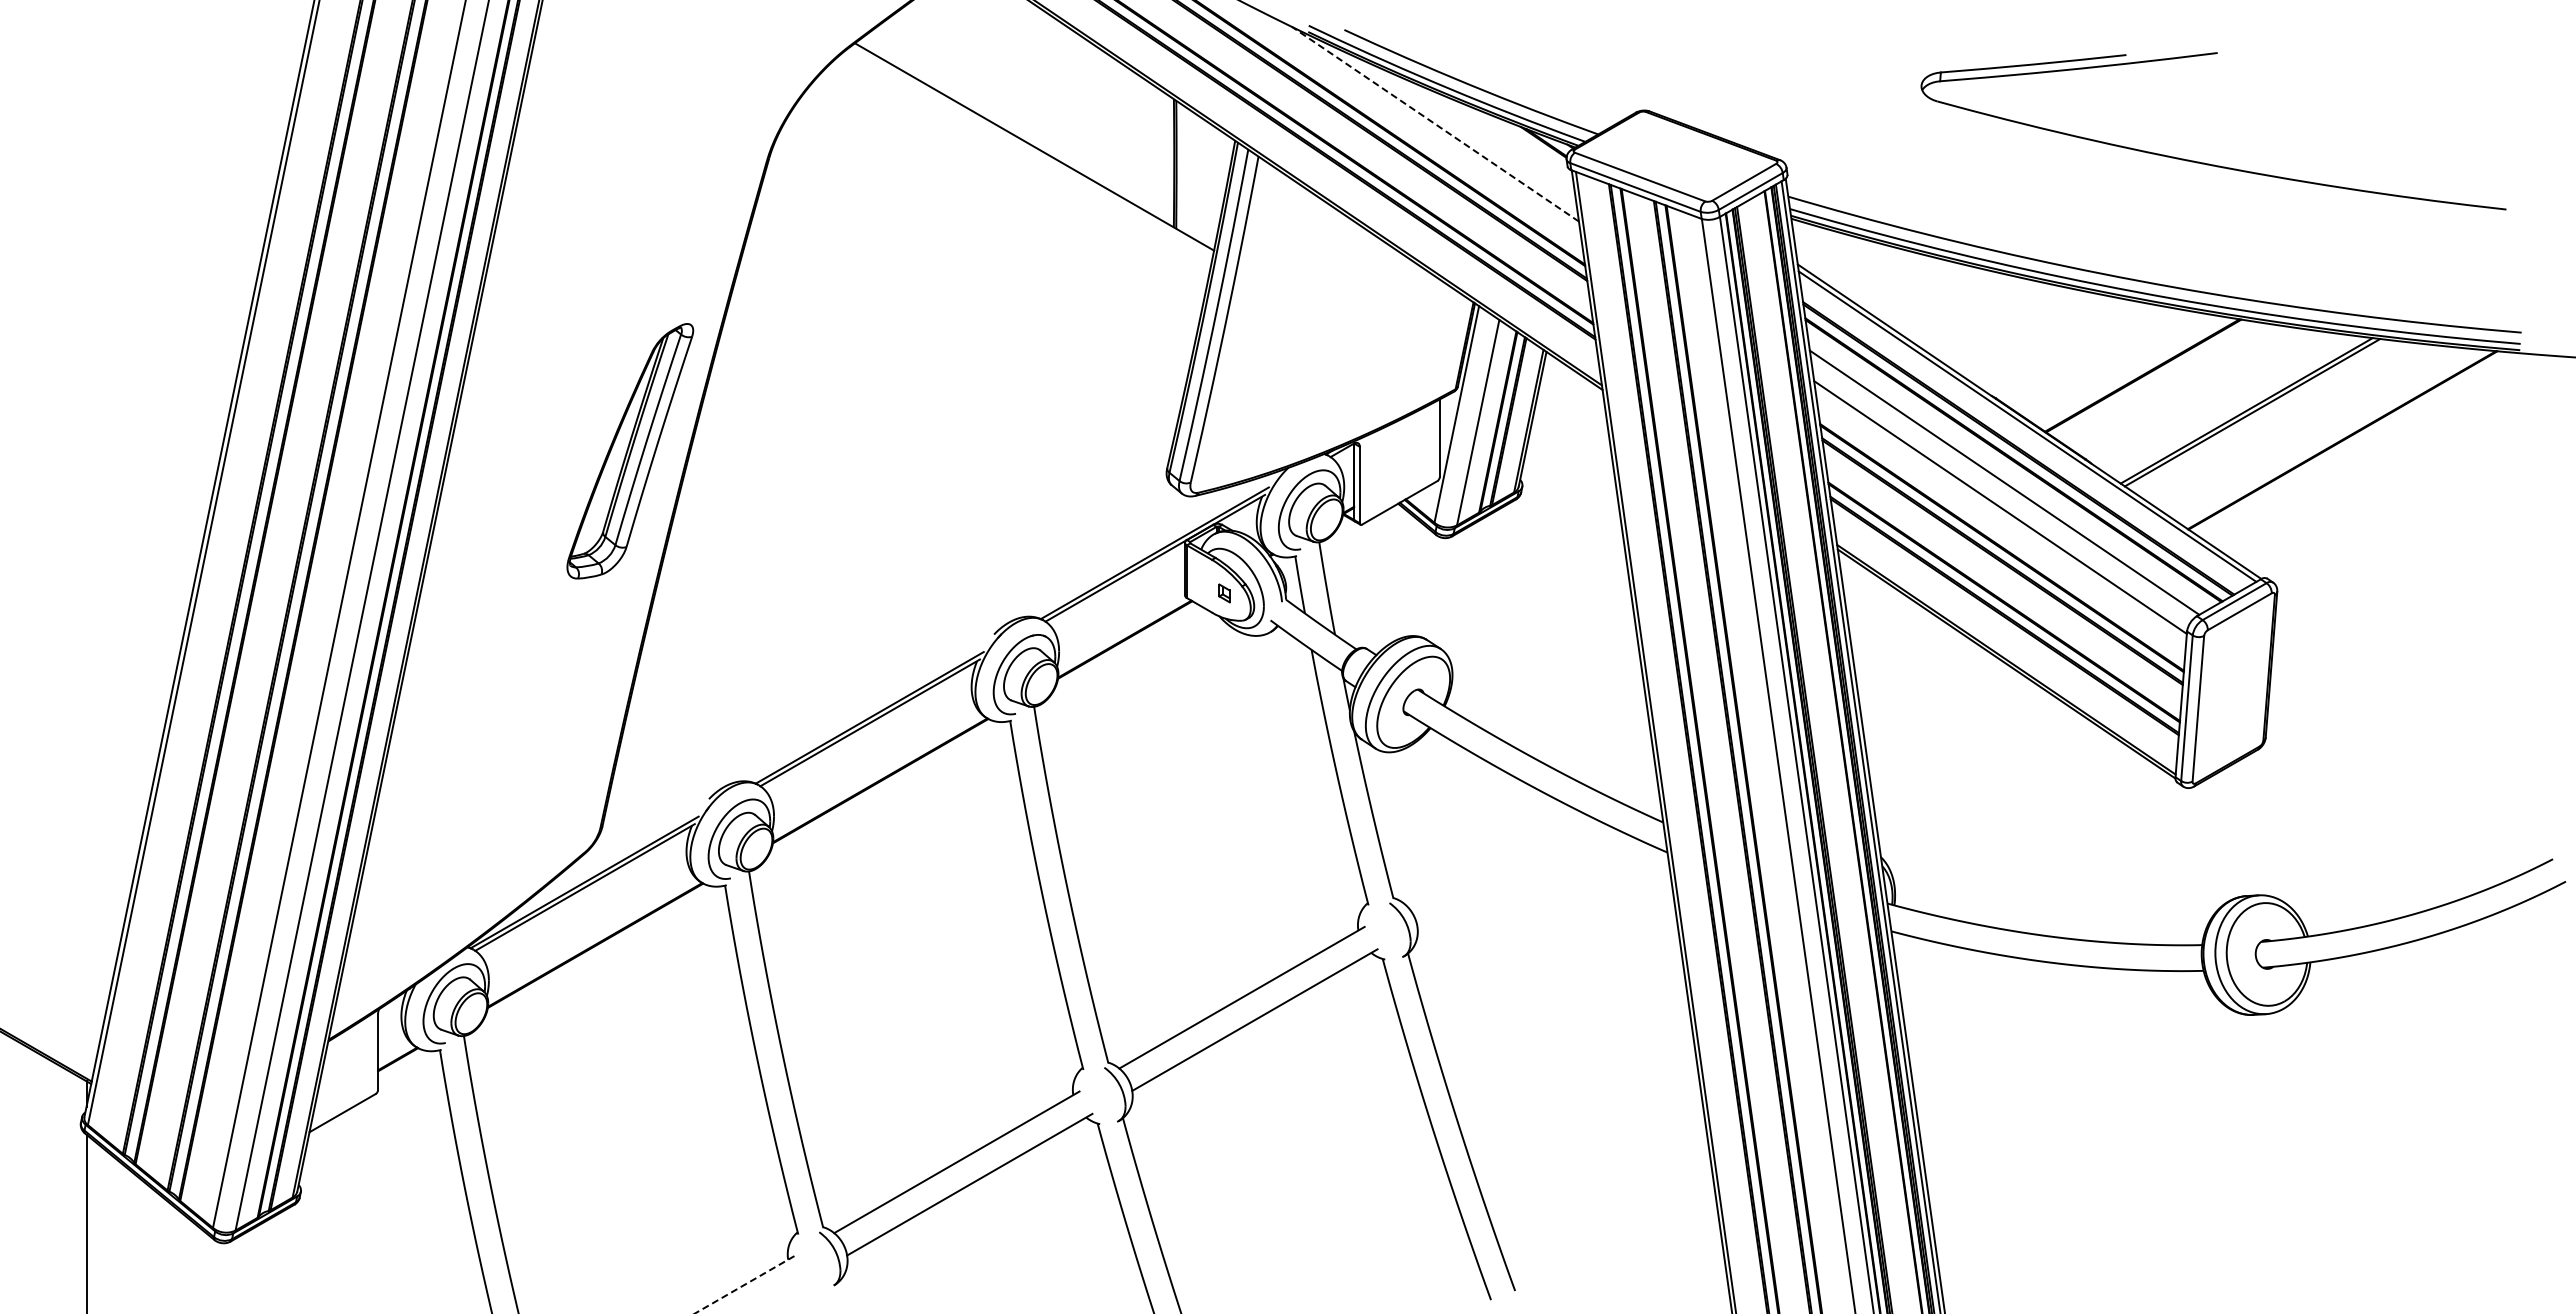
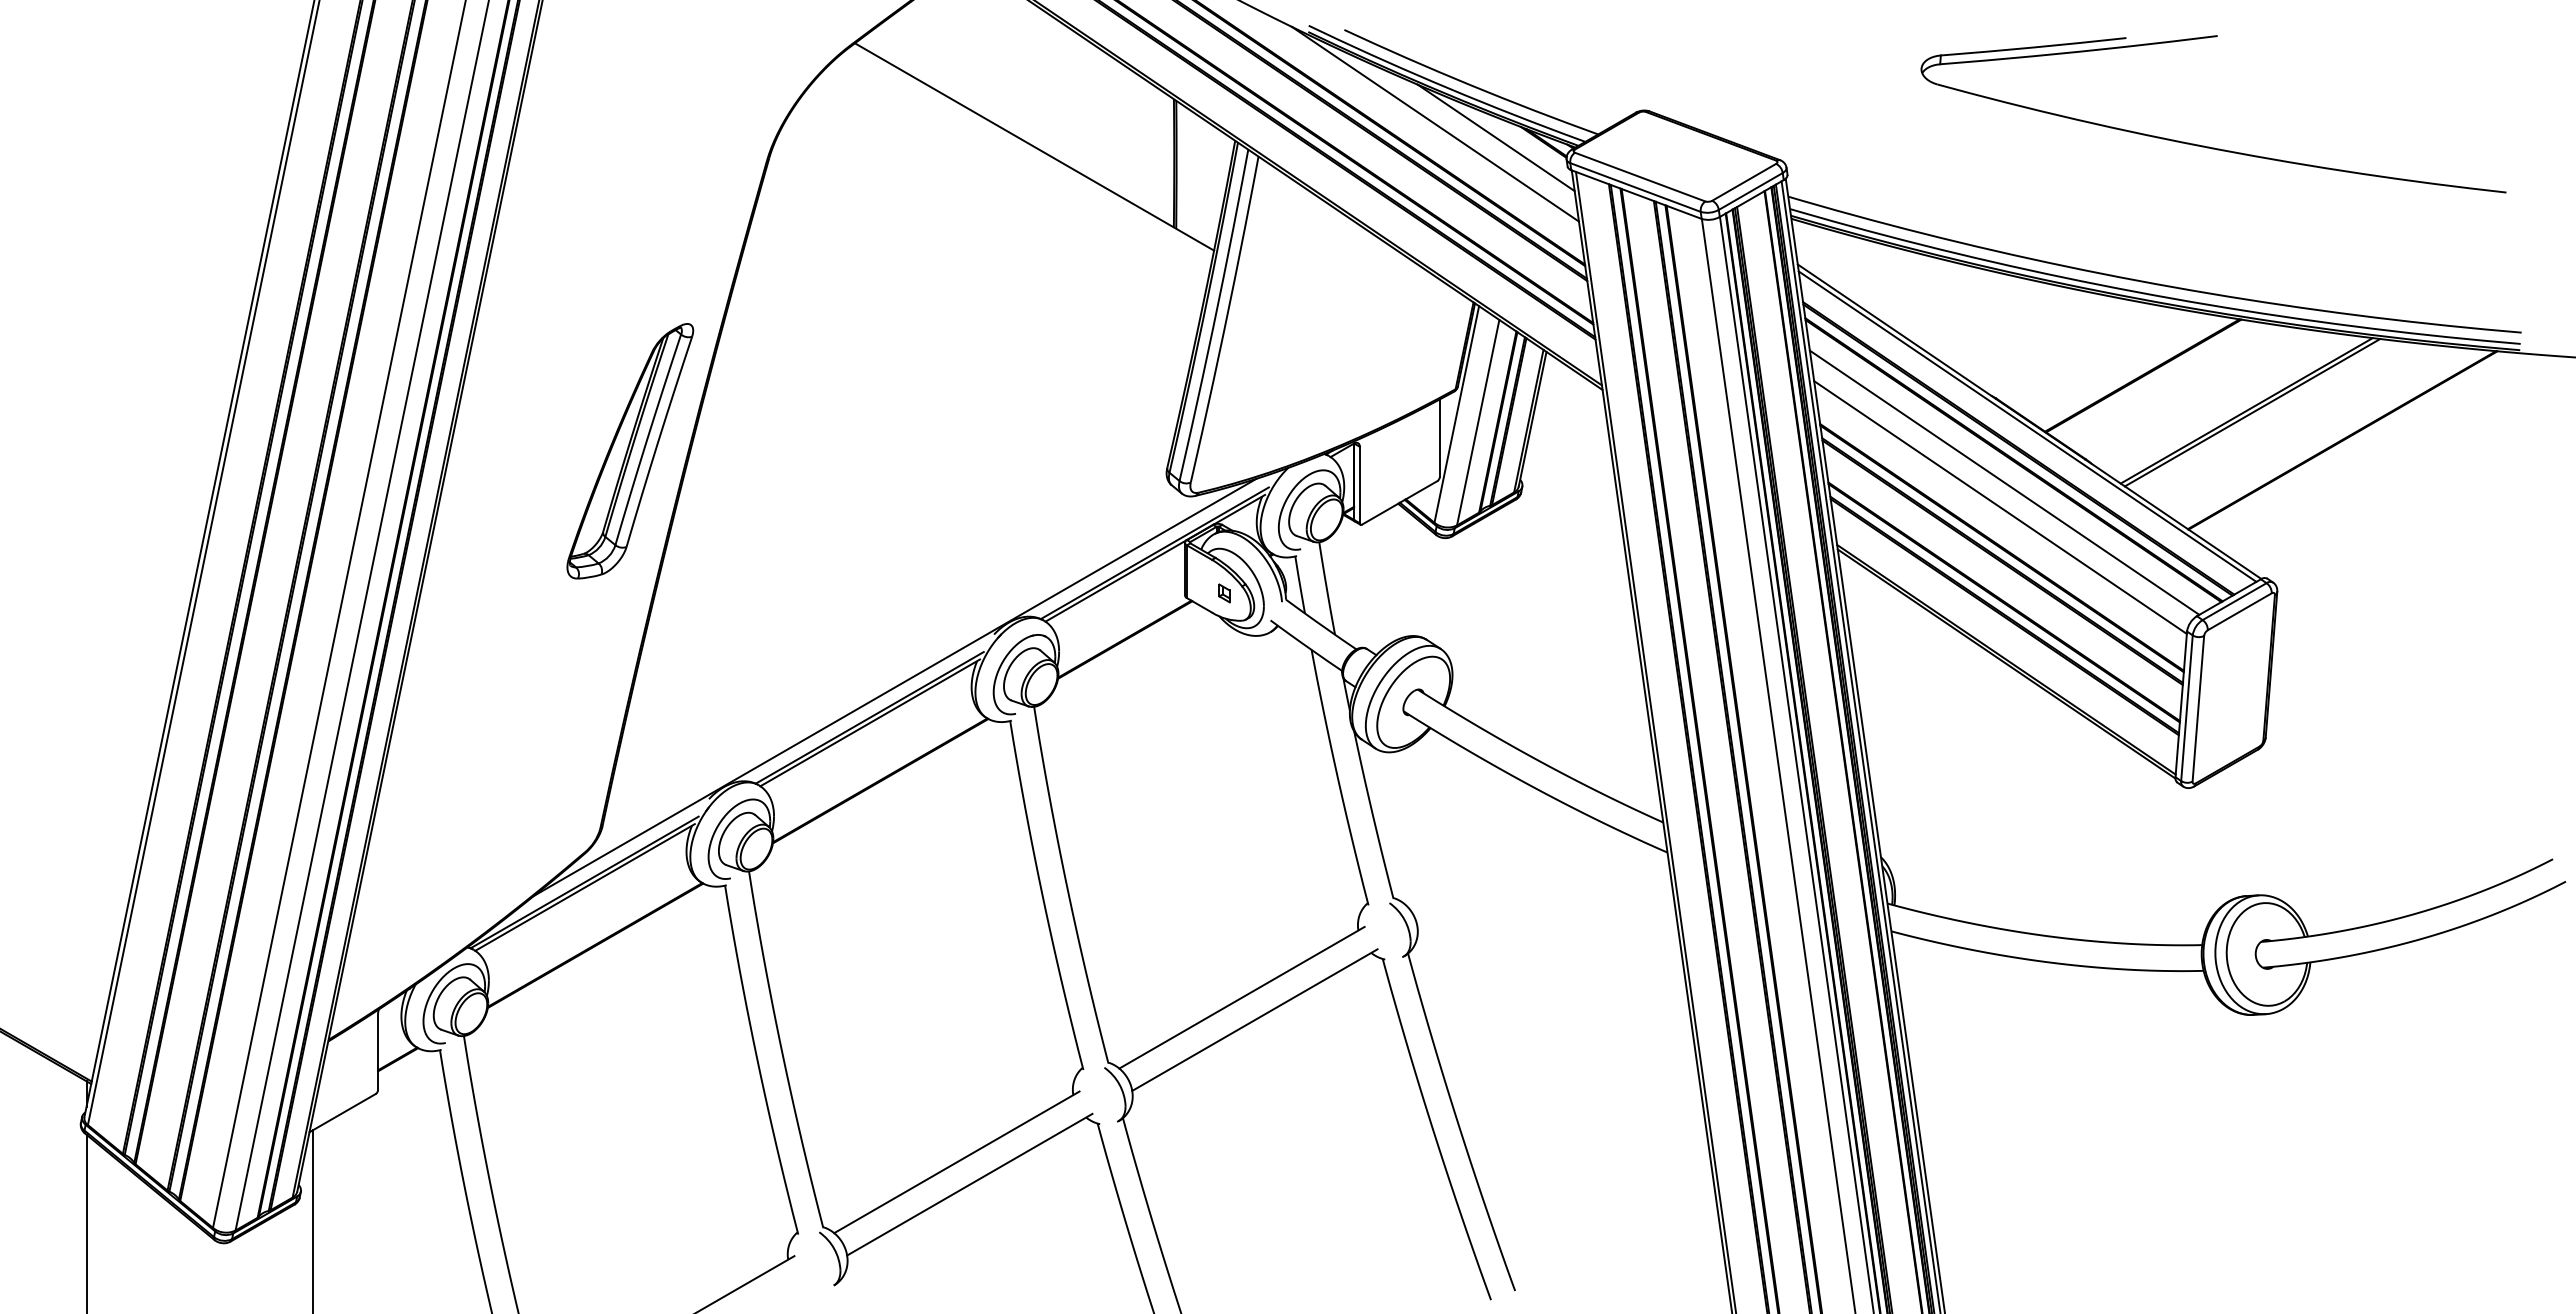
line at (1435, 123): dashed -> solid
line at (1495, 137): none -> present
part at (2209, 163) position: (2209, 163) -> (2209, 146)
line at (894, 686): none -> present
line at (312, 1220): none -> present
line at (744, 1285): dashed -> solid
